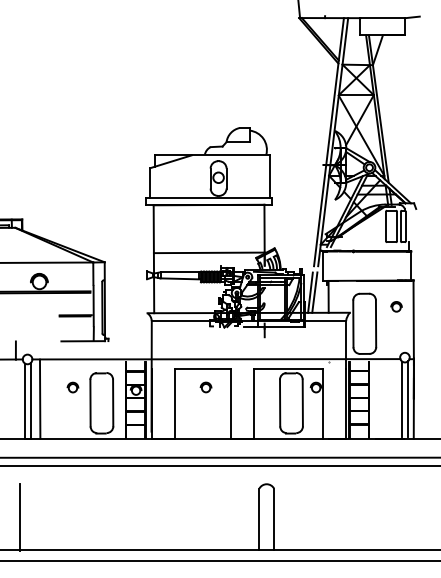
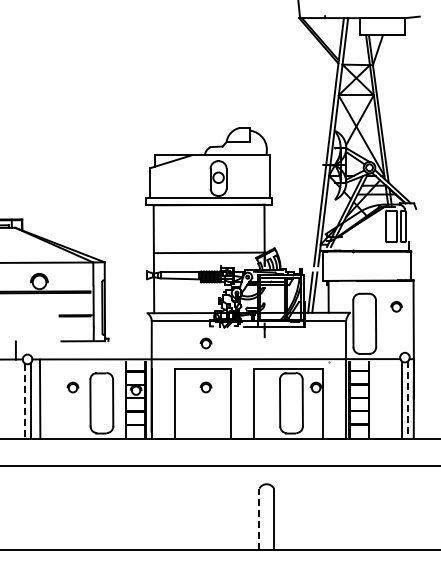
part at (205, 343): none -> present
line at (408, 398): solid -> dashed
line at (25, 401): solid -> dashed
line at (219, 457): present -> none
line at (19, 517): present -> none
line at (259, 518): solid -> dashed
line at (219, 560): present -> none
